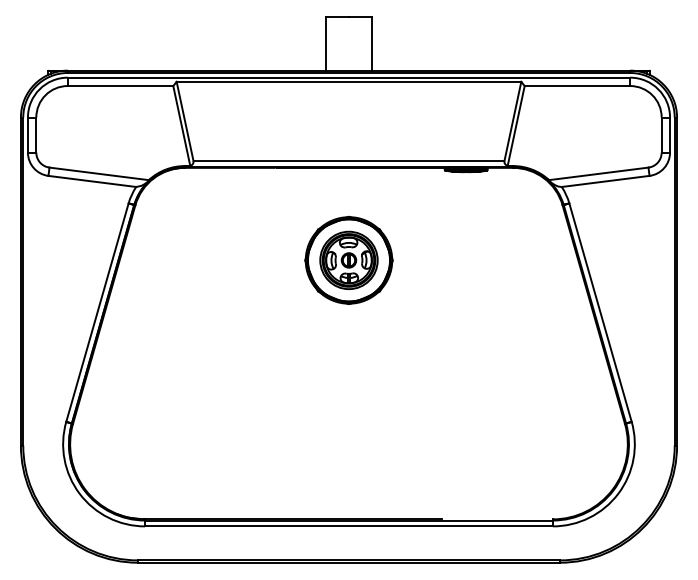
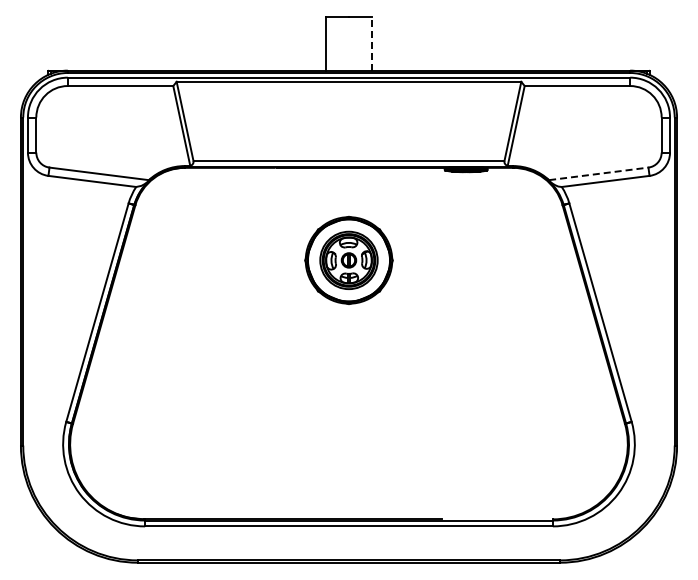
line at (372, 43): solid -> dashed
line at (599, 173): solid -> dashed
